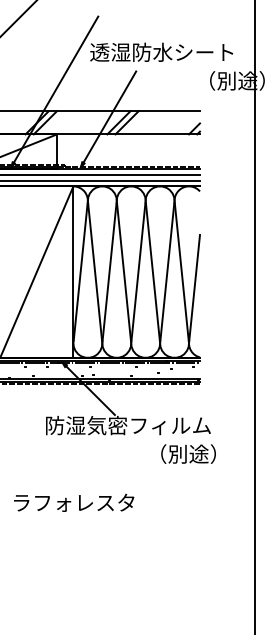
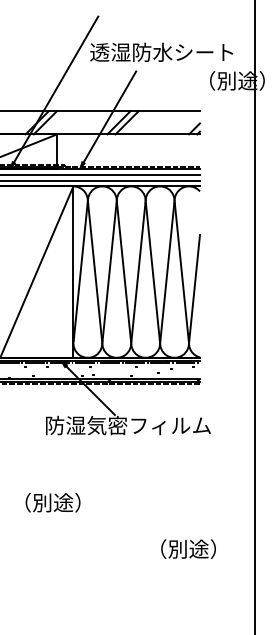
line at (18, 18): present -> none
text at (188, 453) position: (188, 453) -> (188, 548)
text at (74, 502): ラフォレスタ -> （別途）
